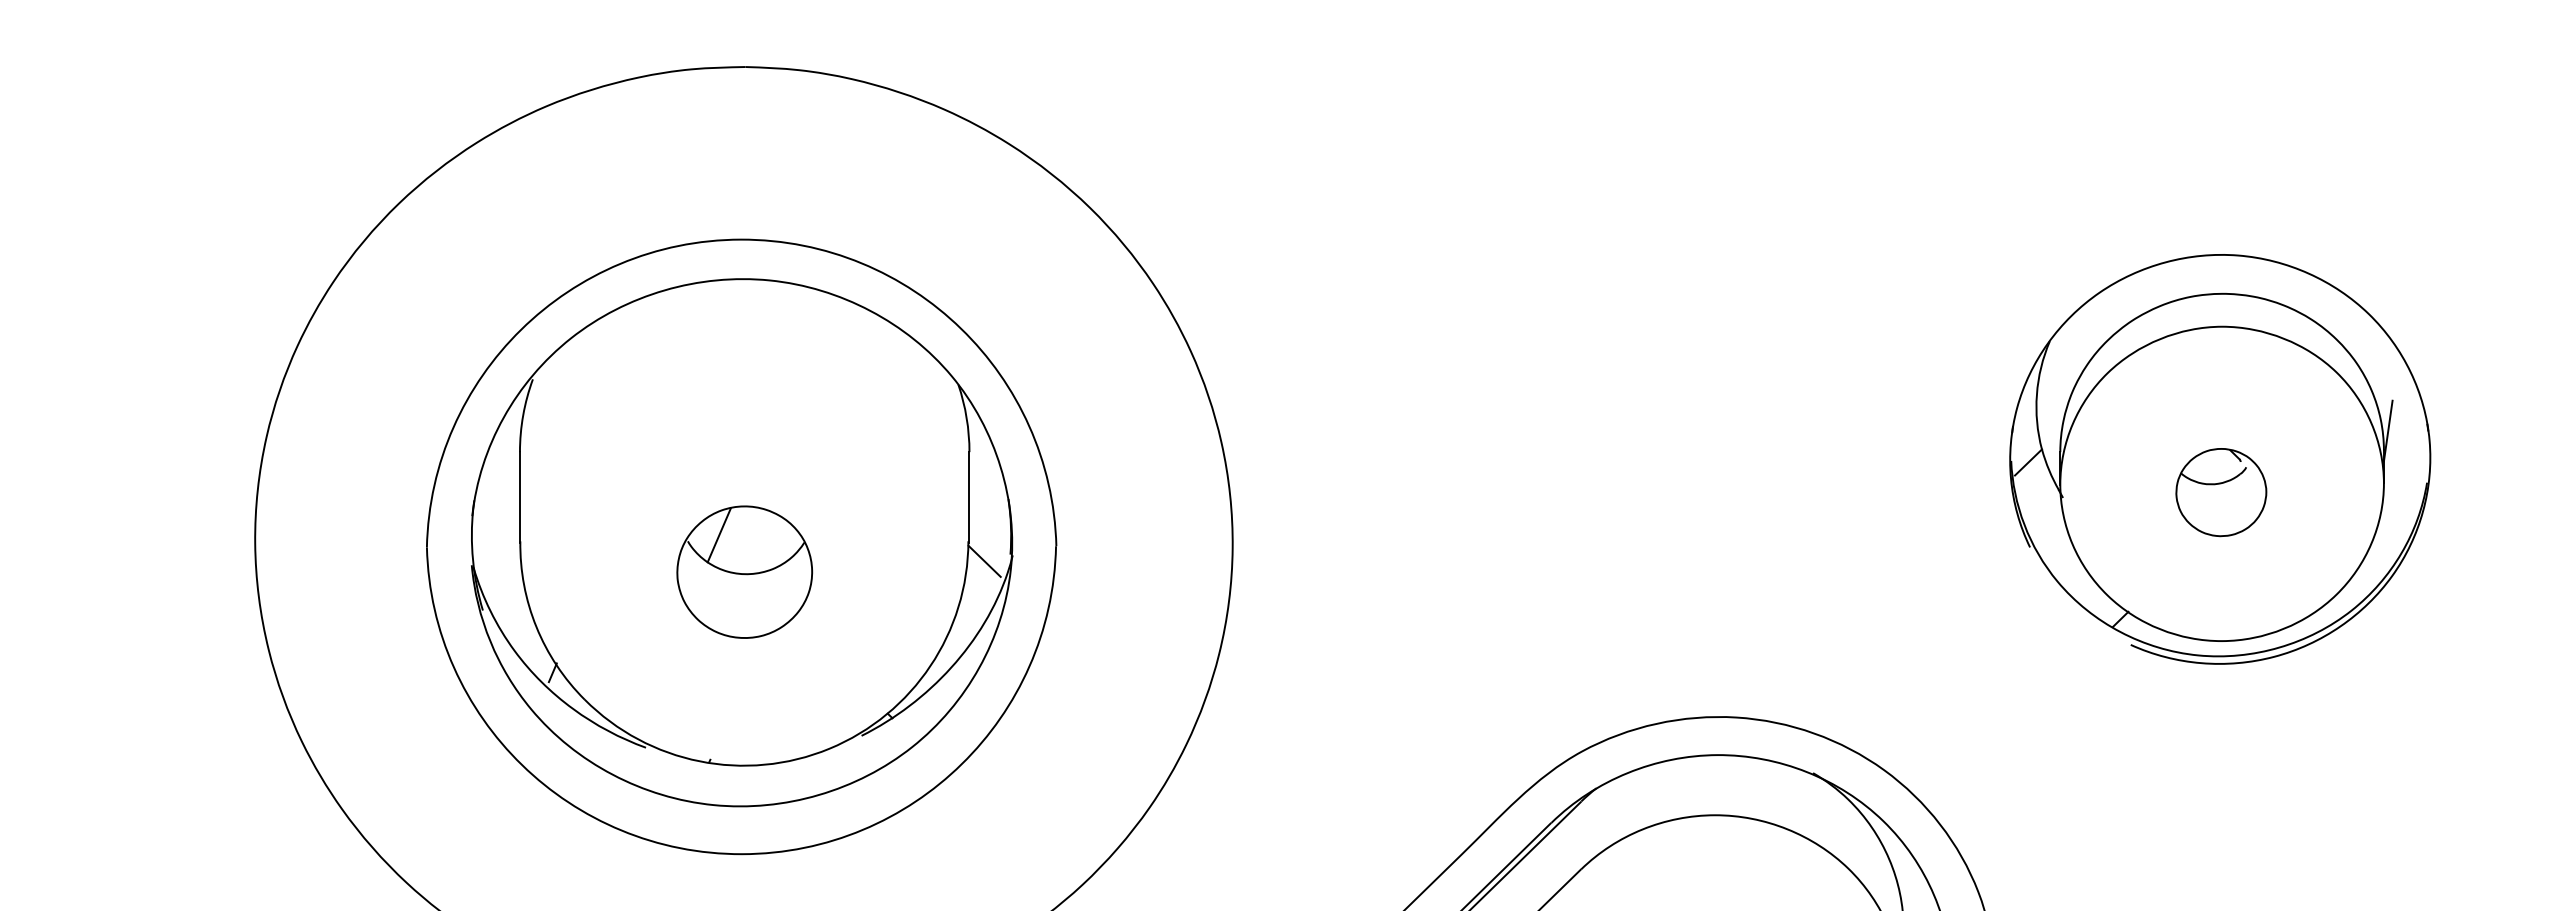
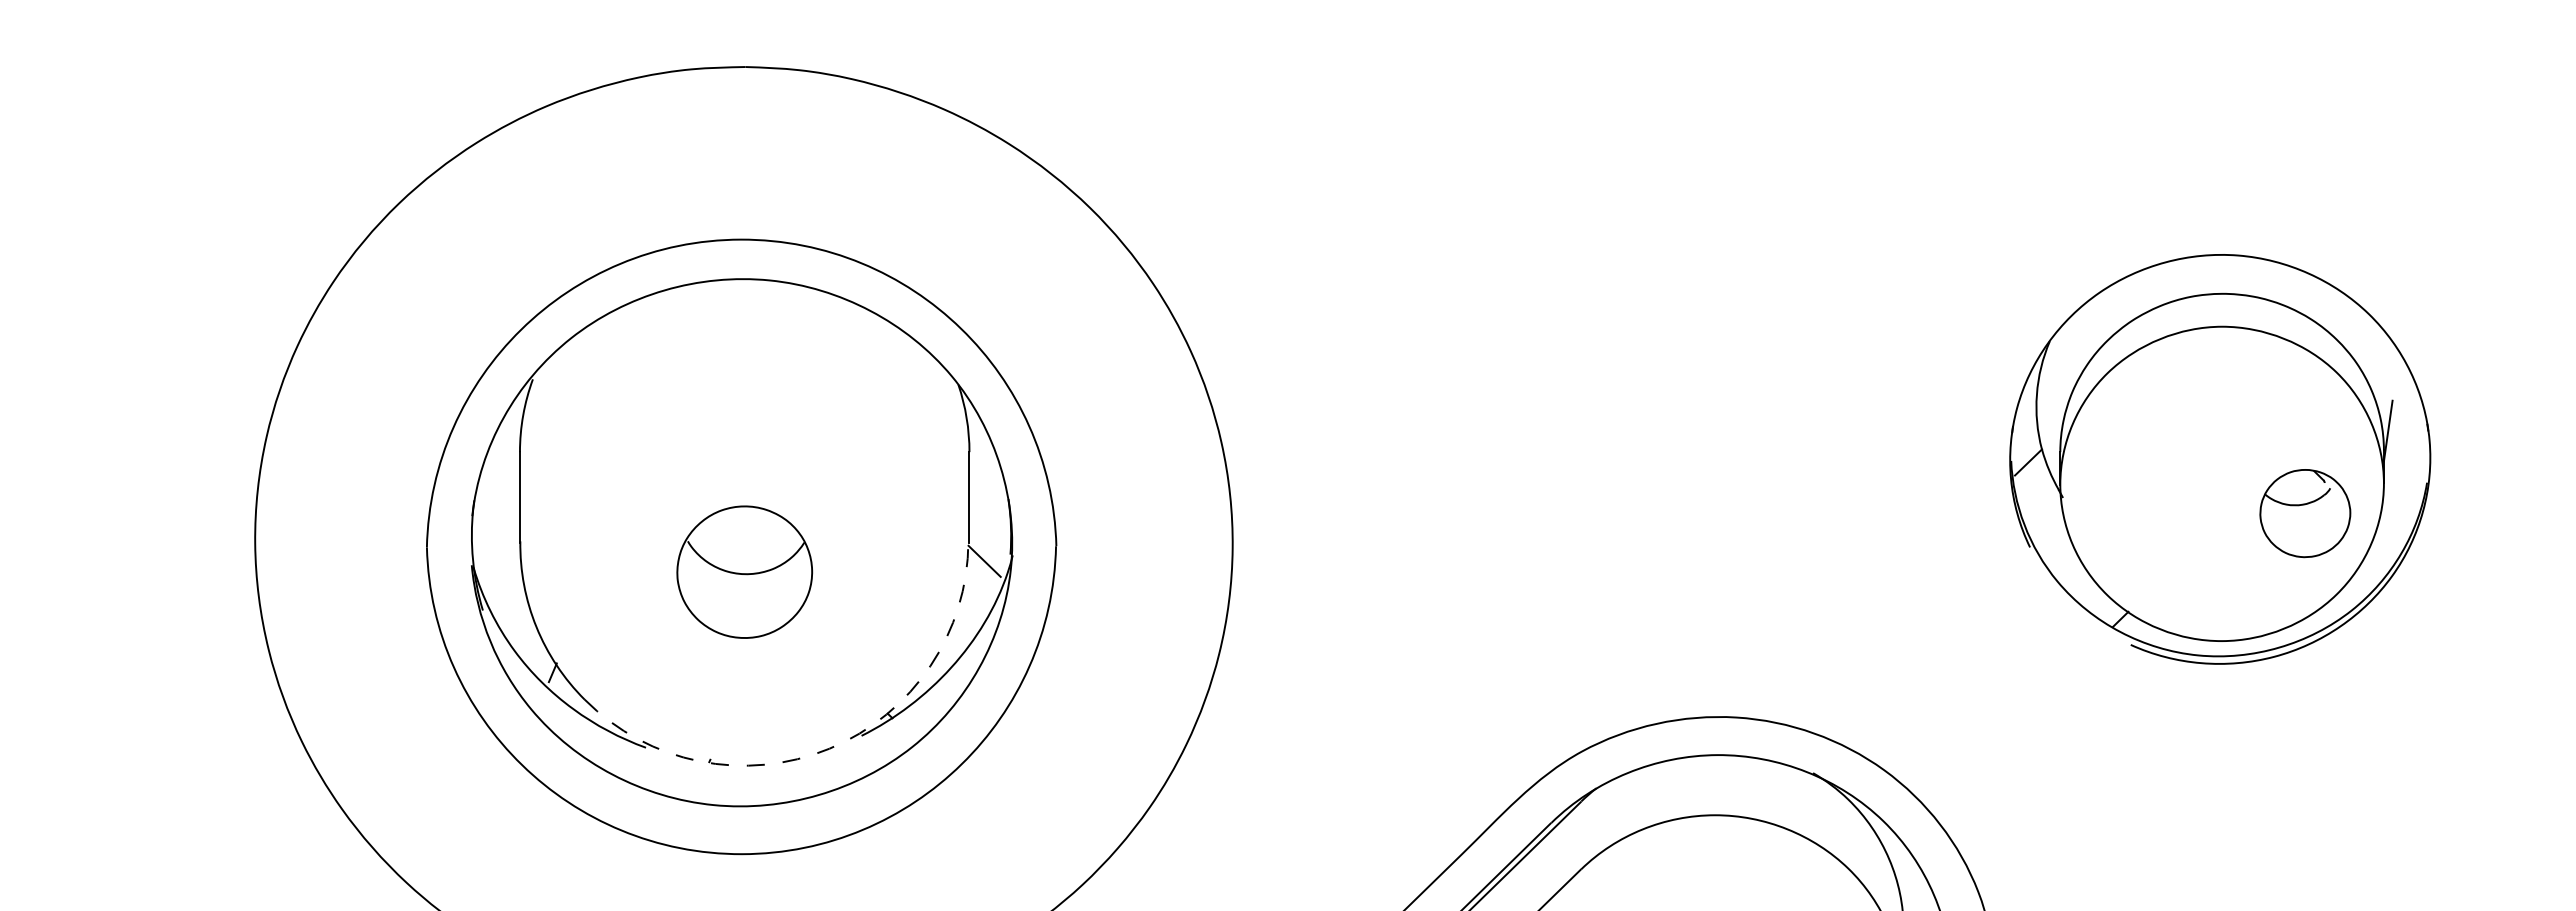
part at (2221, 492) position: (2221, 492) -> (2305, 513)
line at (718, 535): present -> none
arc at (829, 748): solid -> dashed
